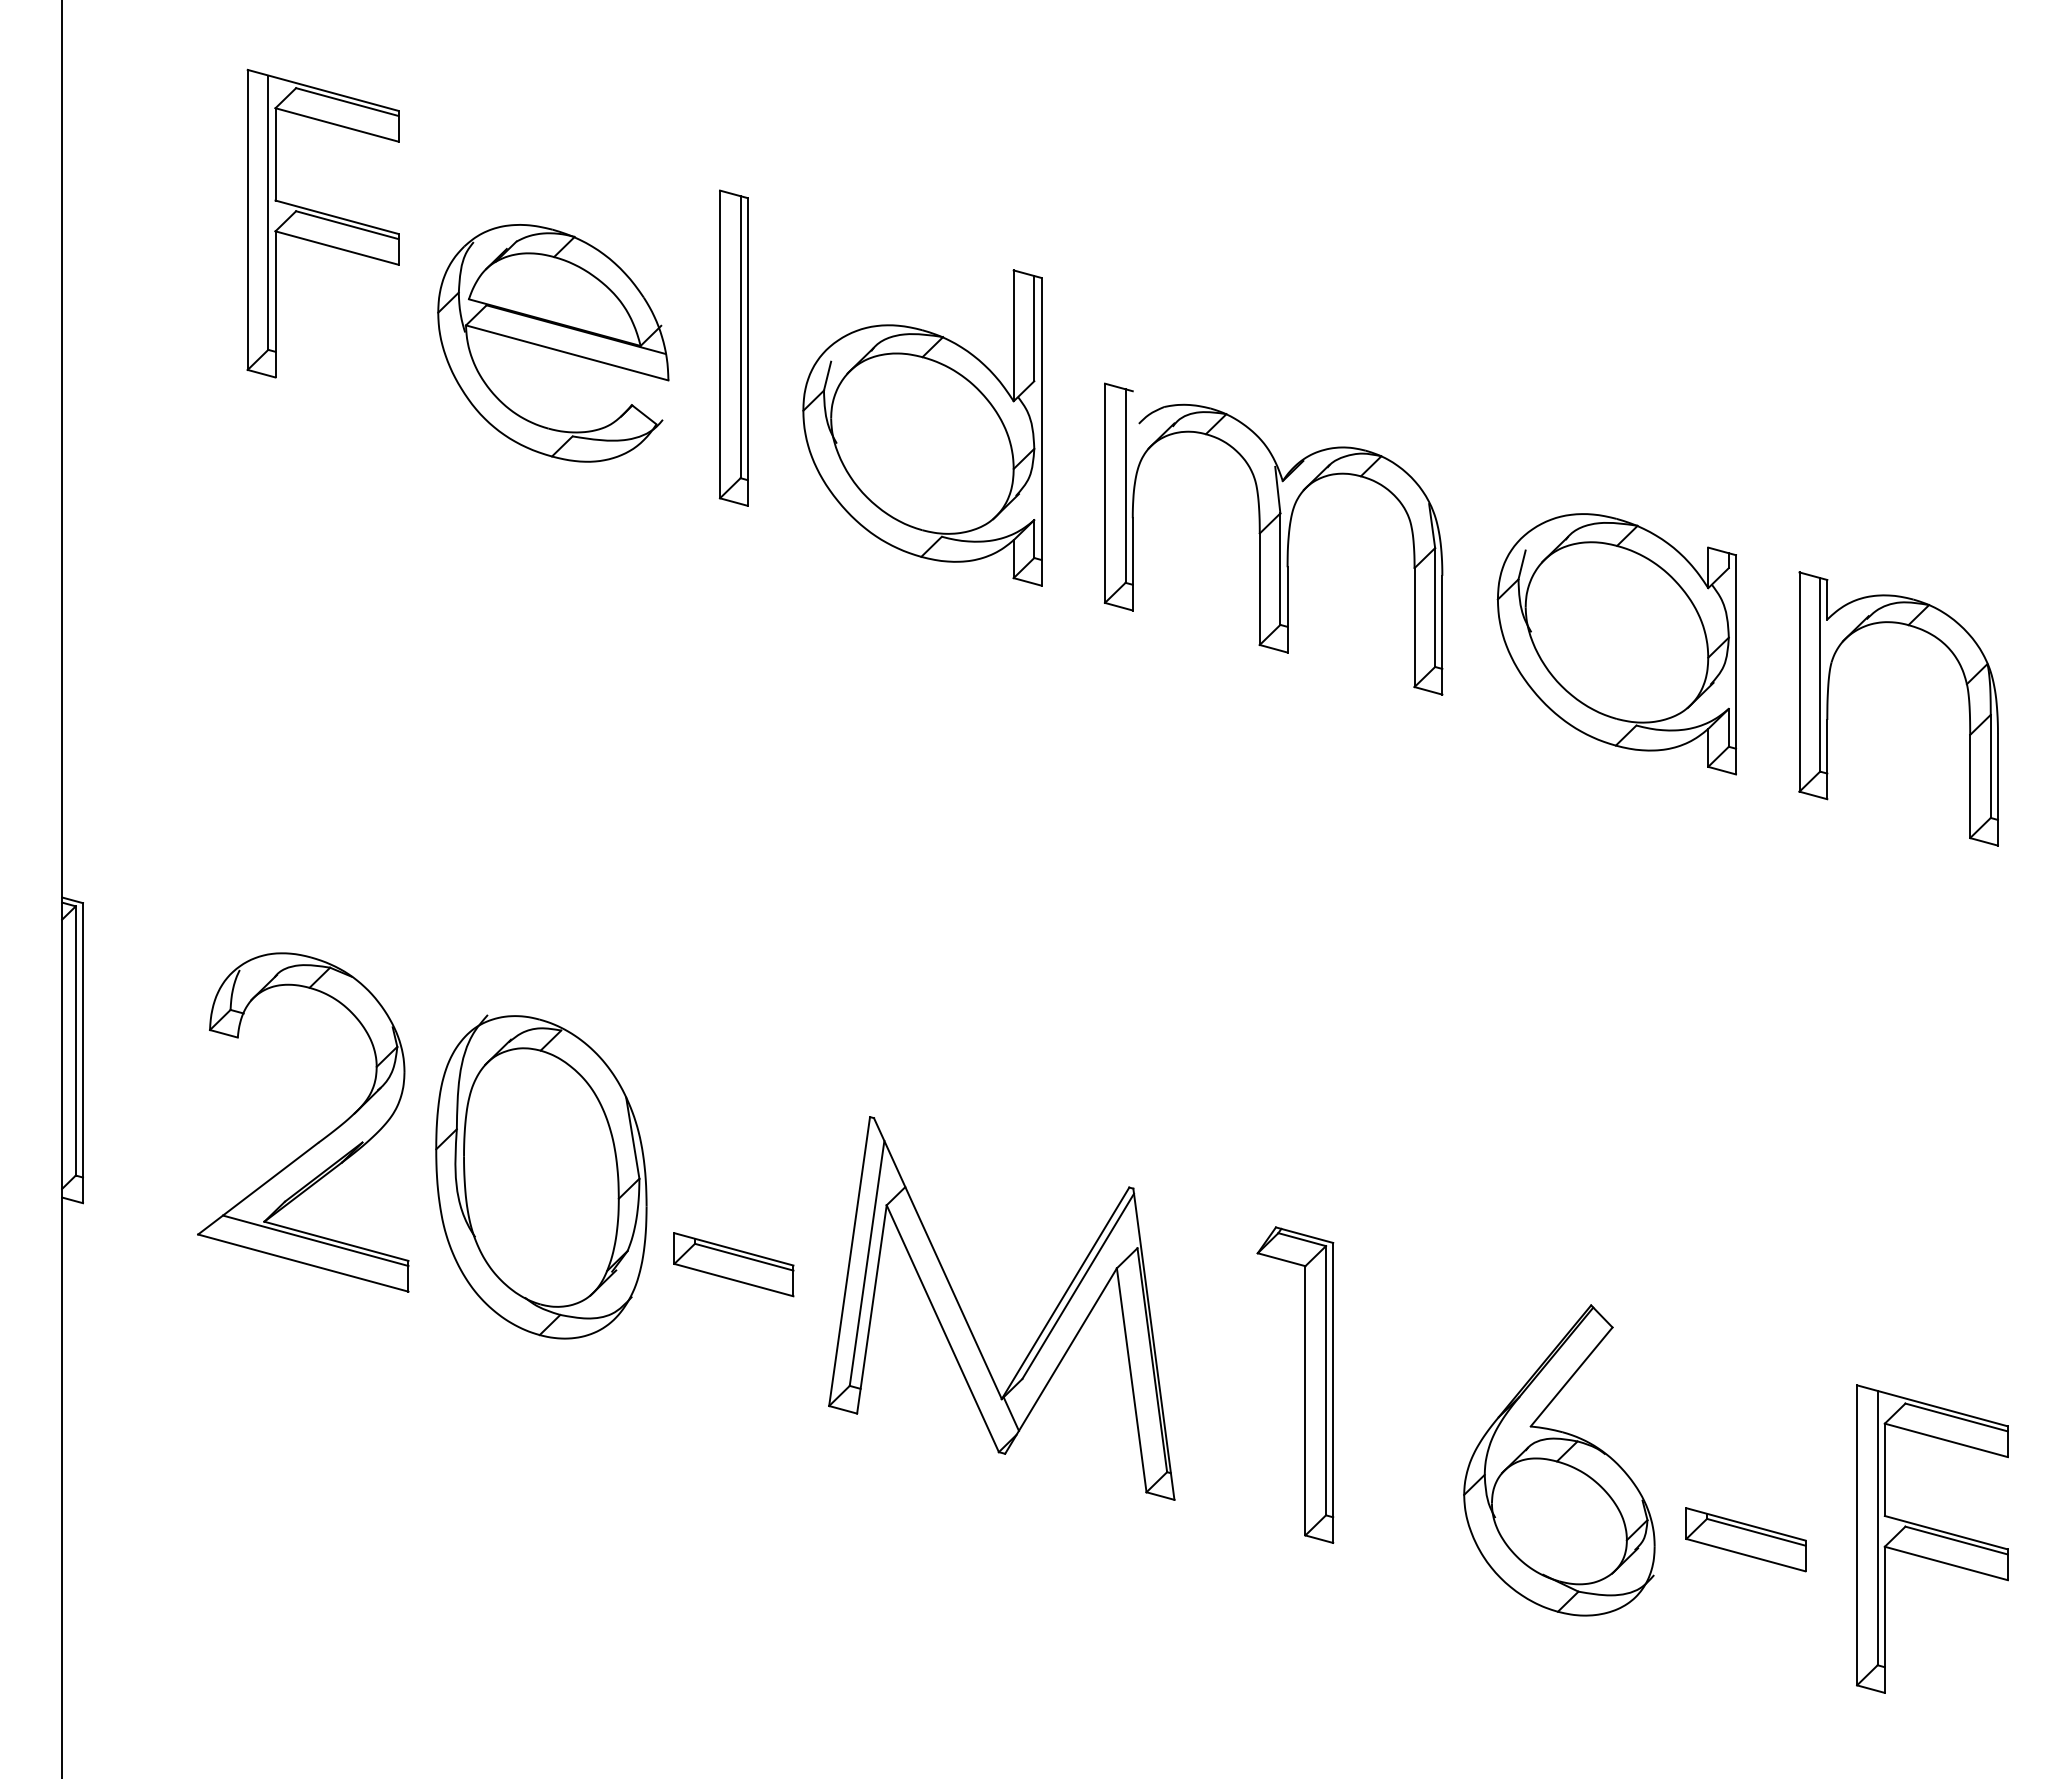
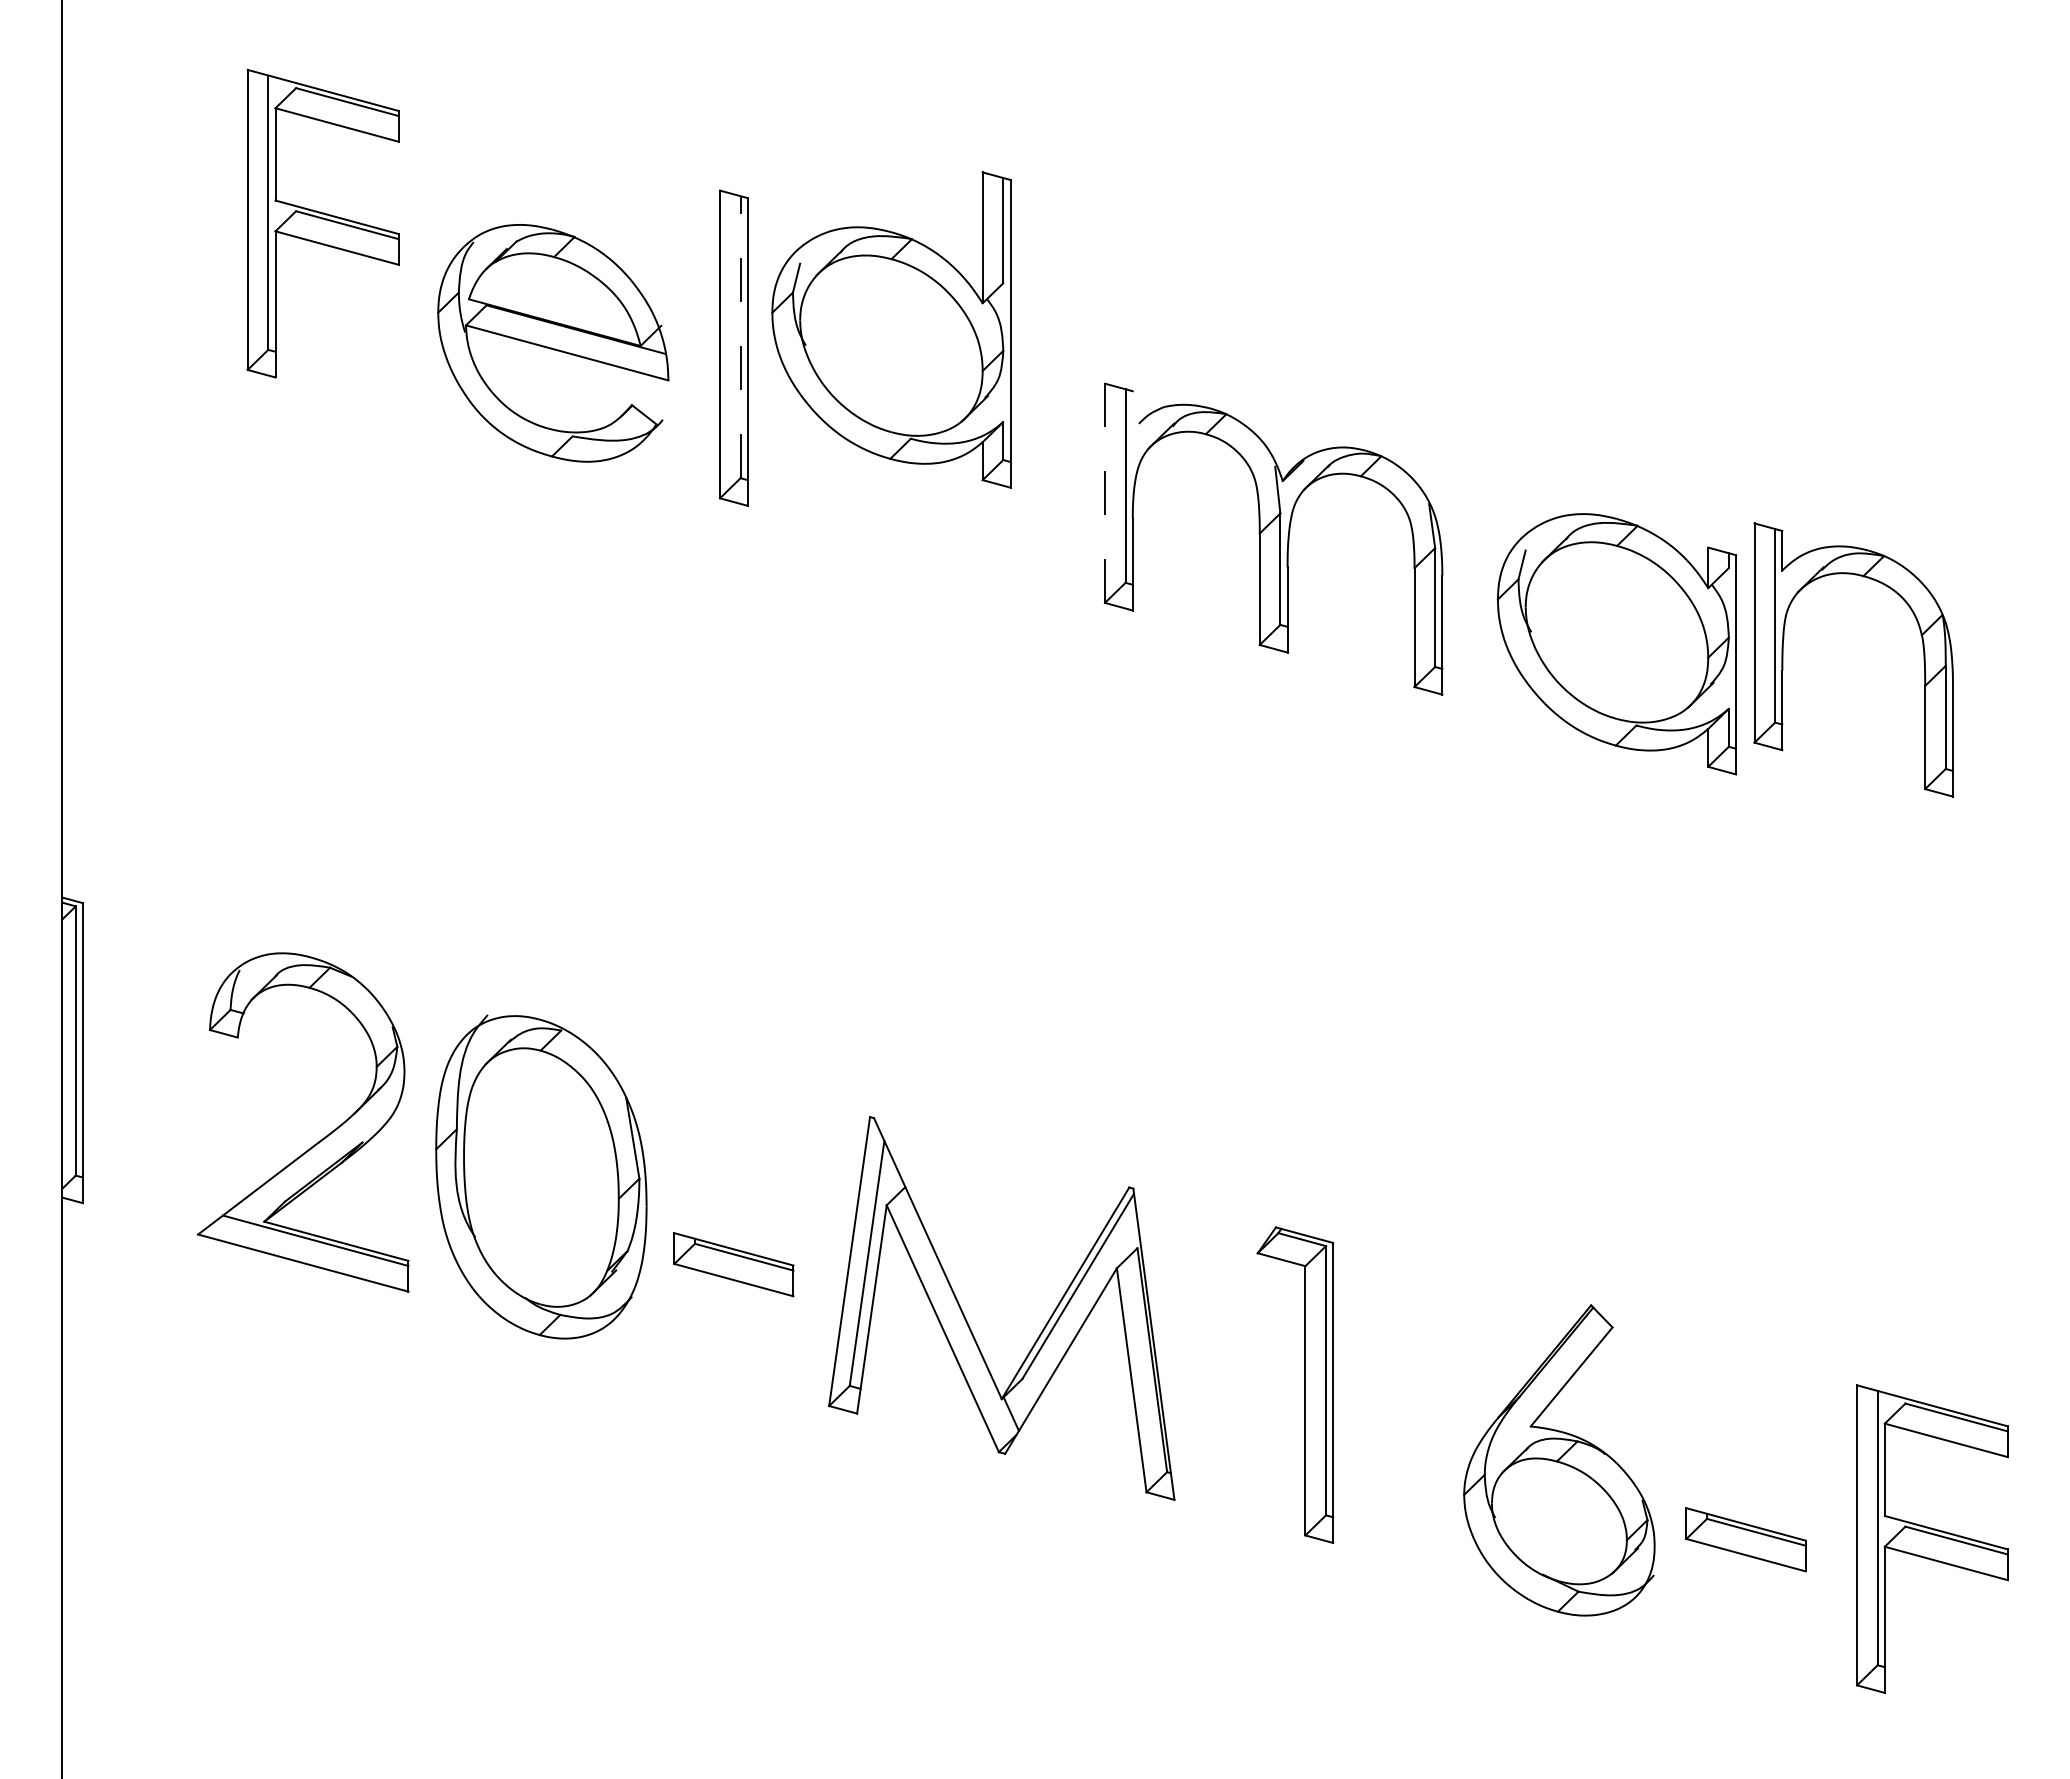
line at (740, 336): solid -> dashed
part at (922, 427) position: (922, 427) -> (891, 329)
line at (1105, 493): solid -> dashed
part at (1828, 708) position: (1828, 708) -> (1783, 659)
